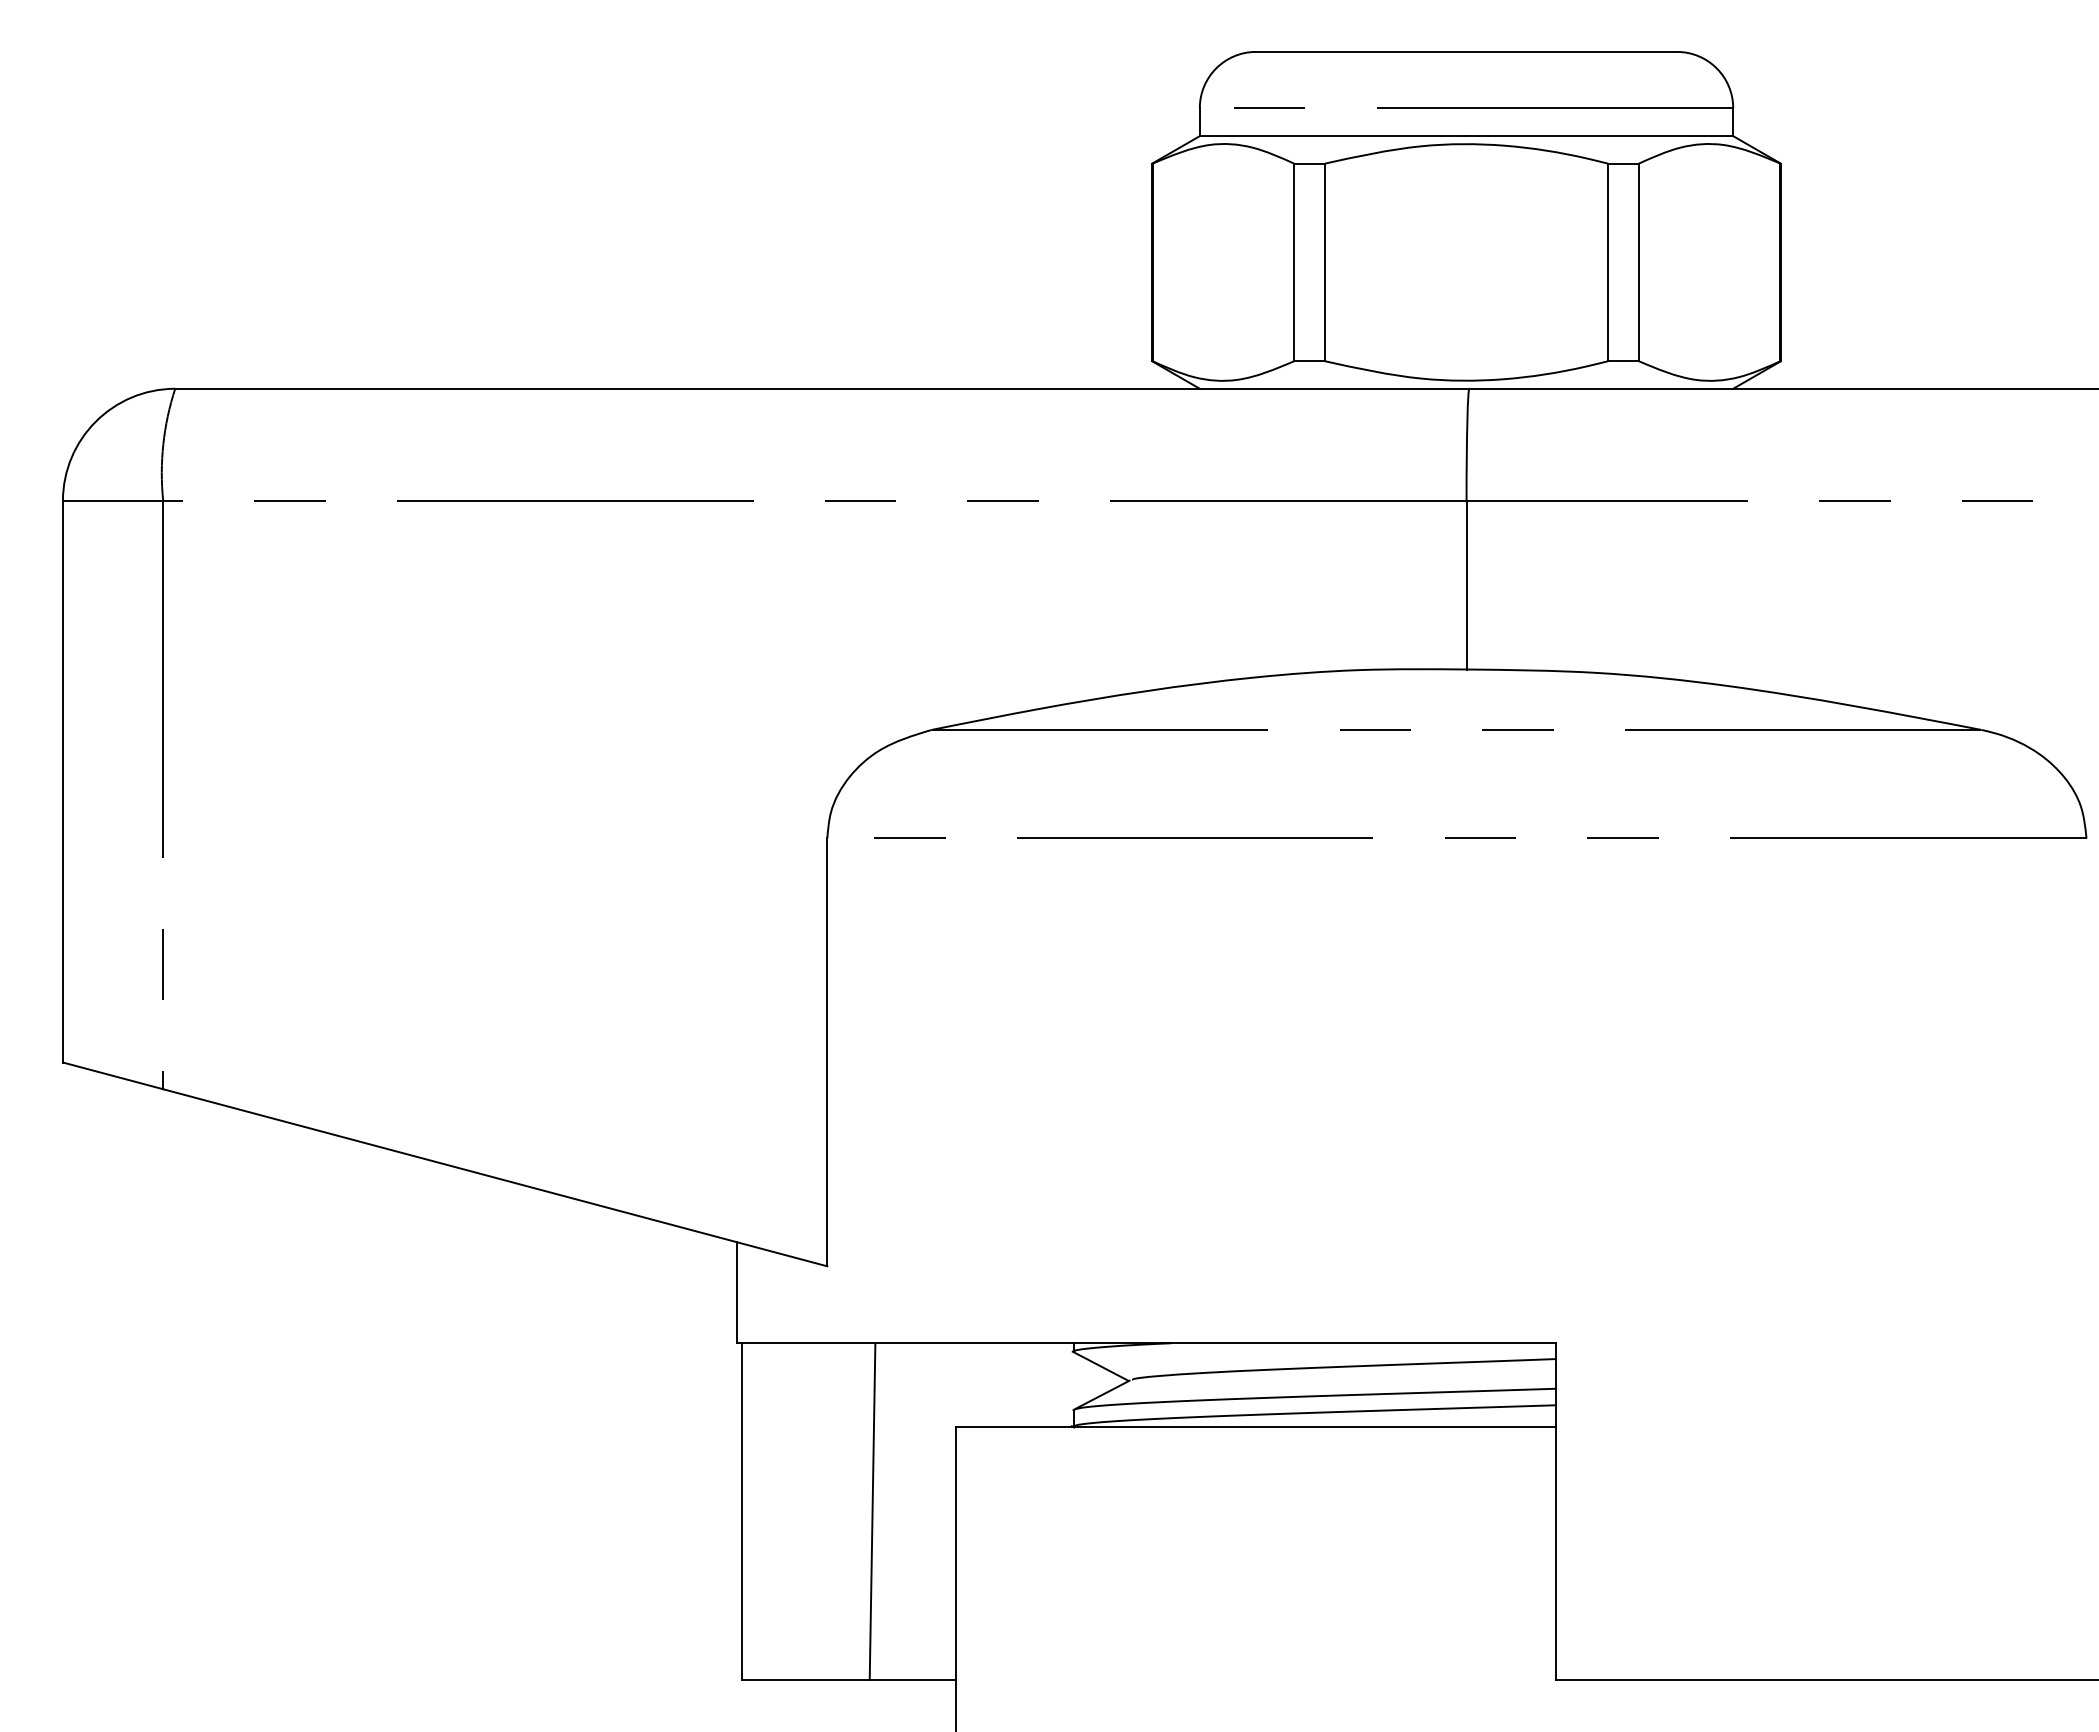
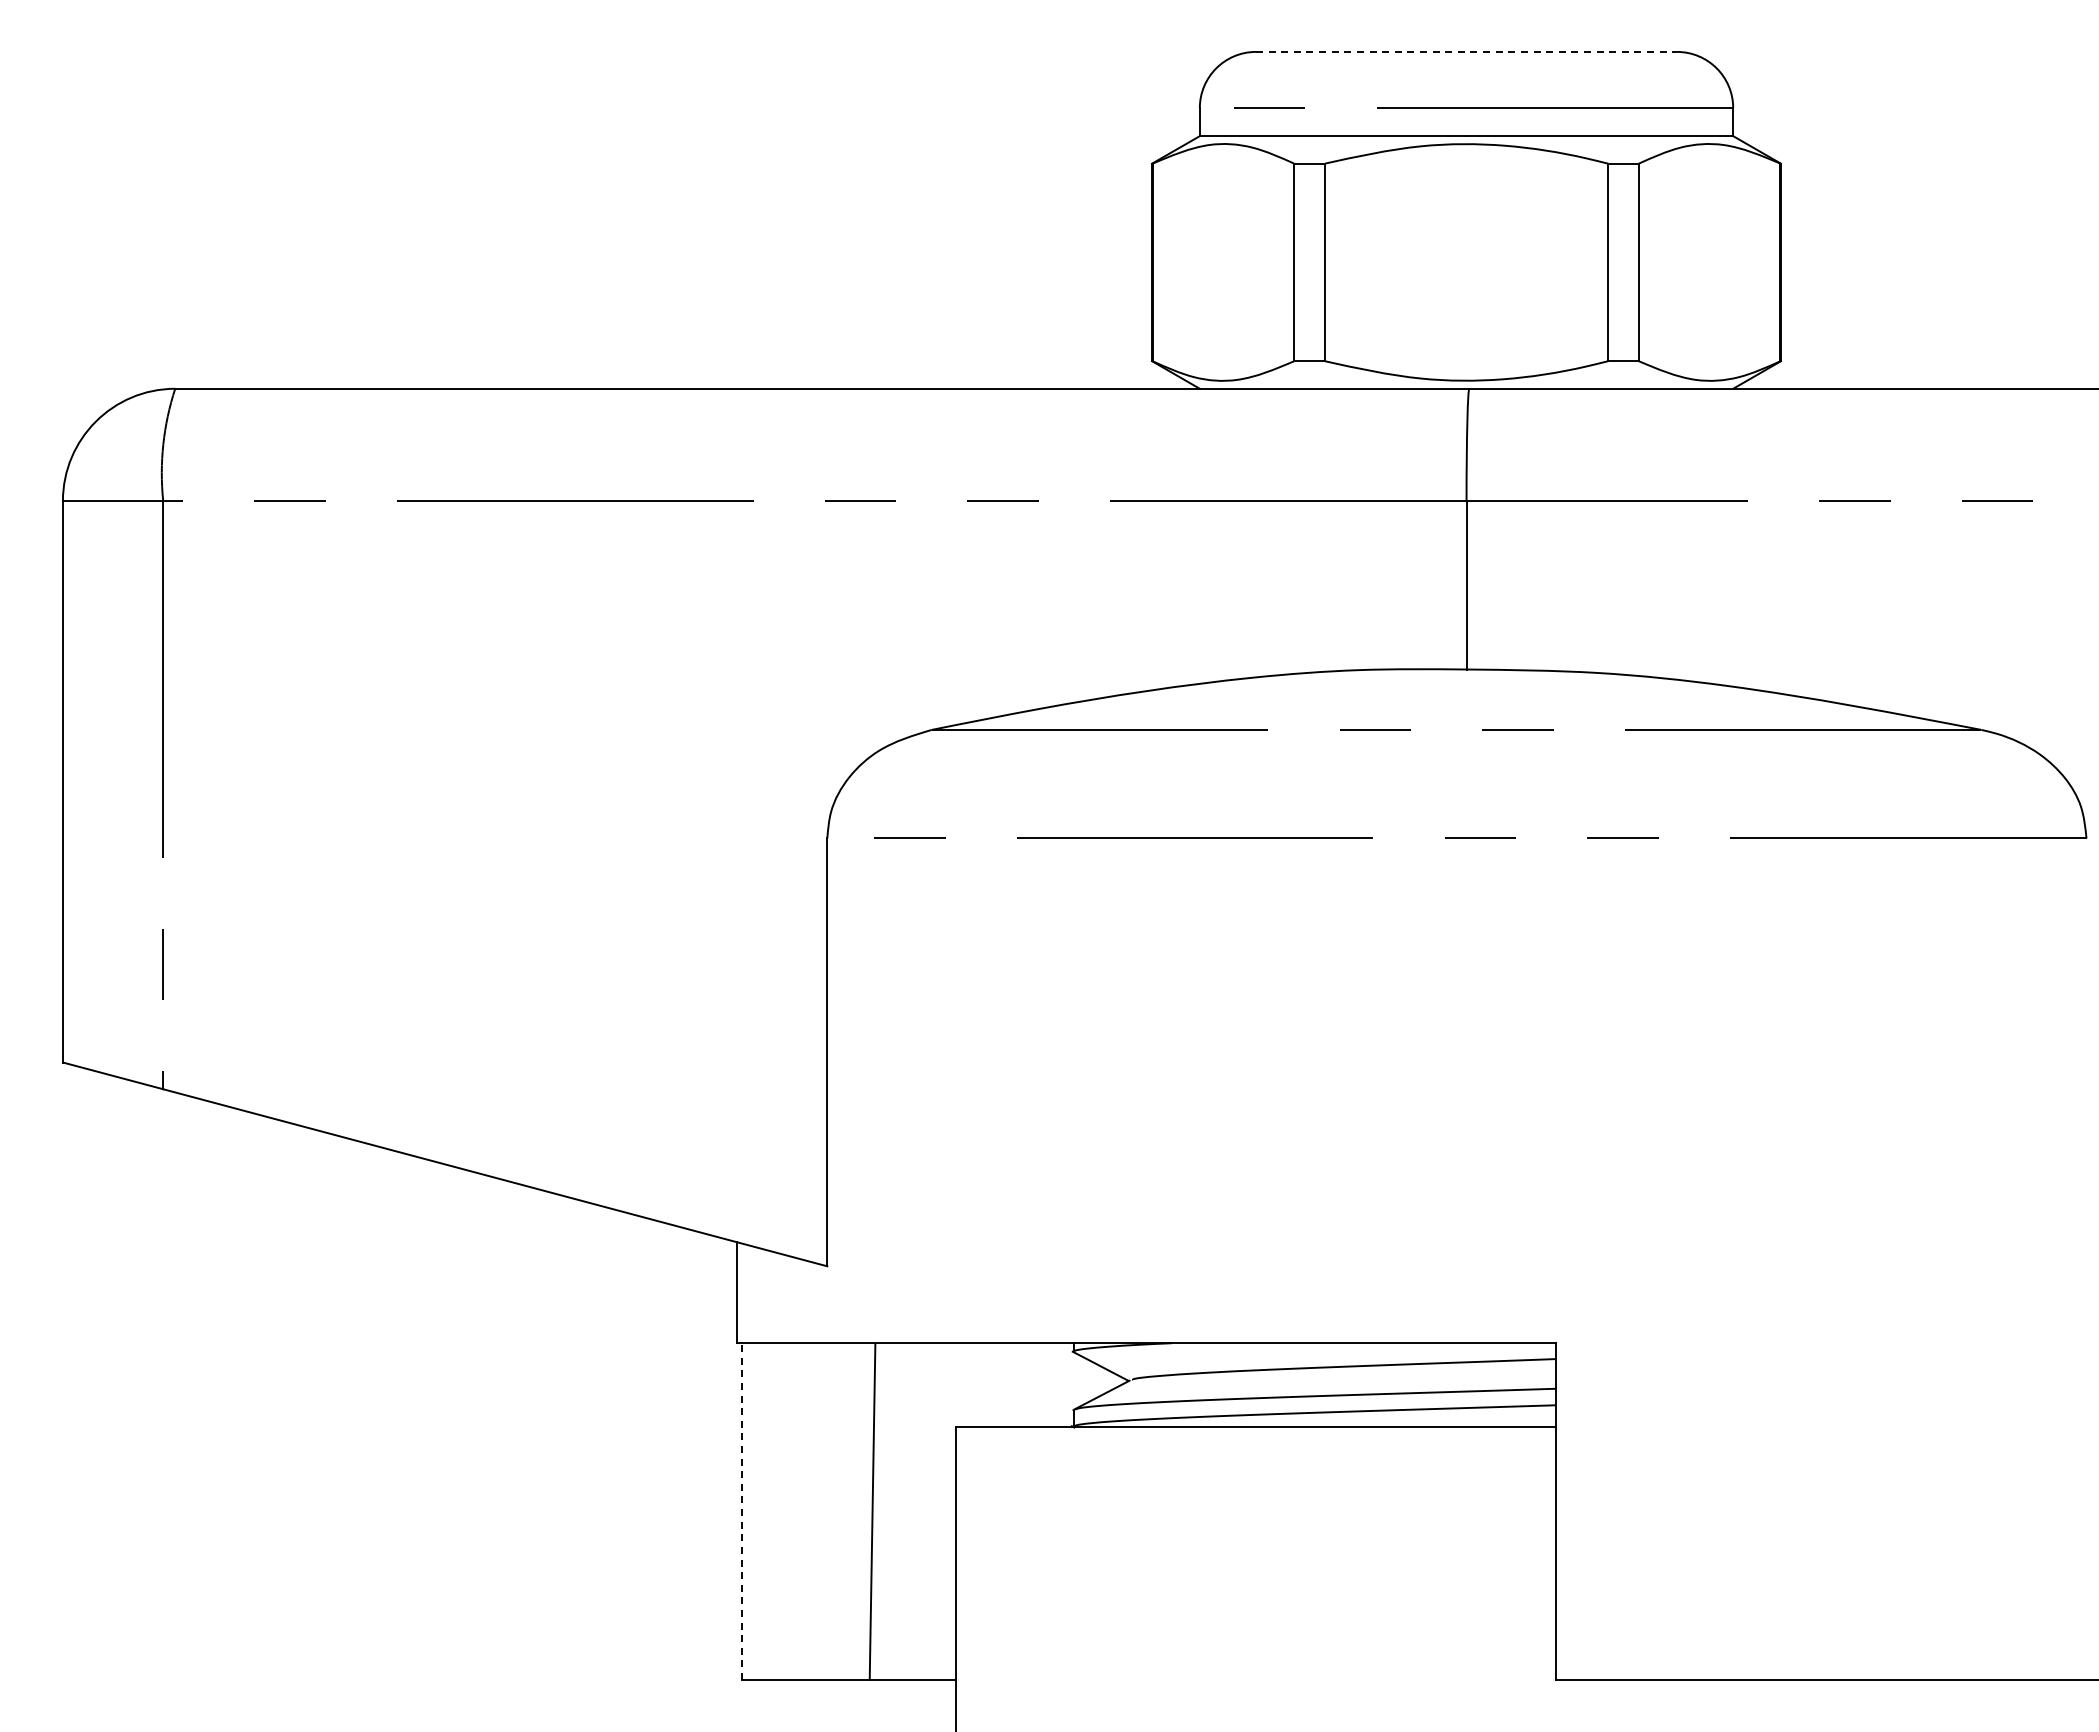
line at (1466, 51): solid -> dashed
line at (742, 1511): solid -> dashed
